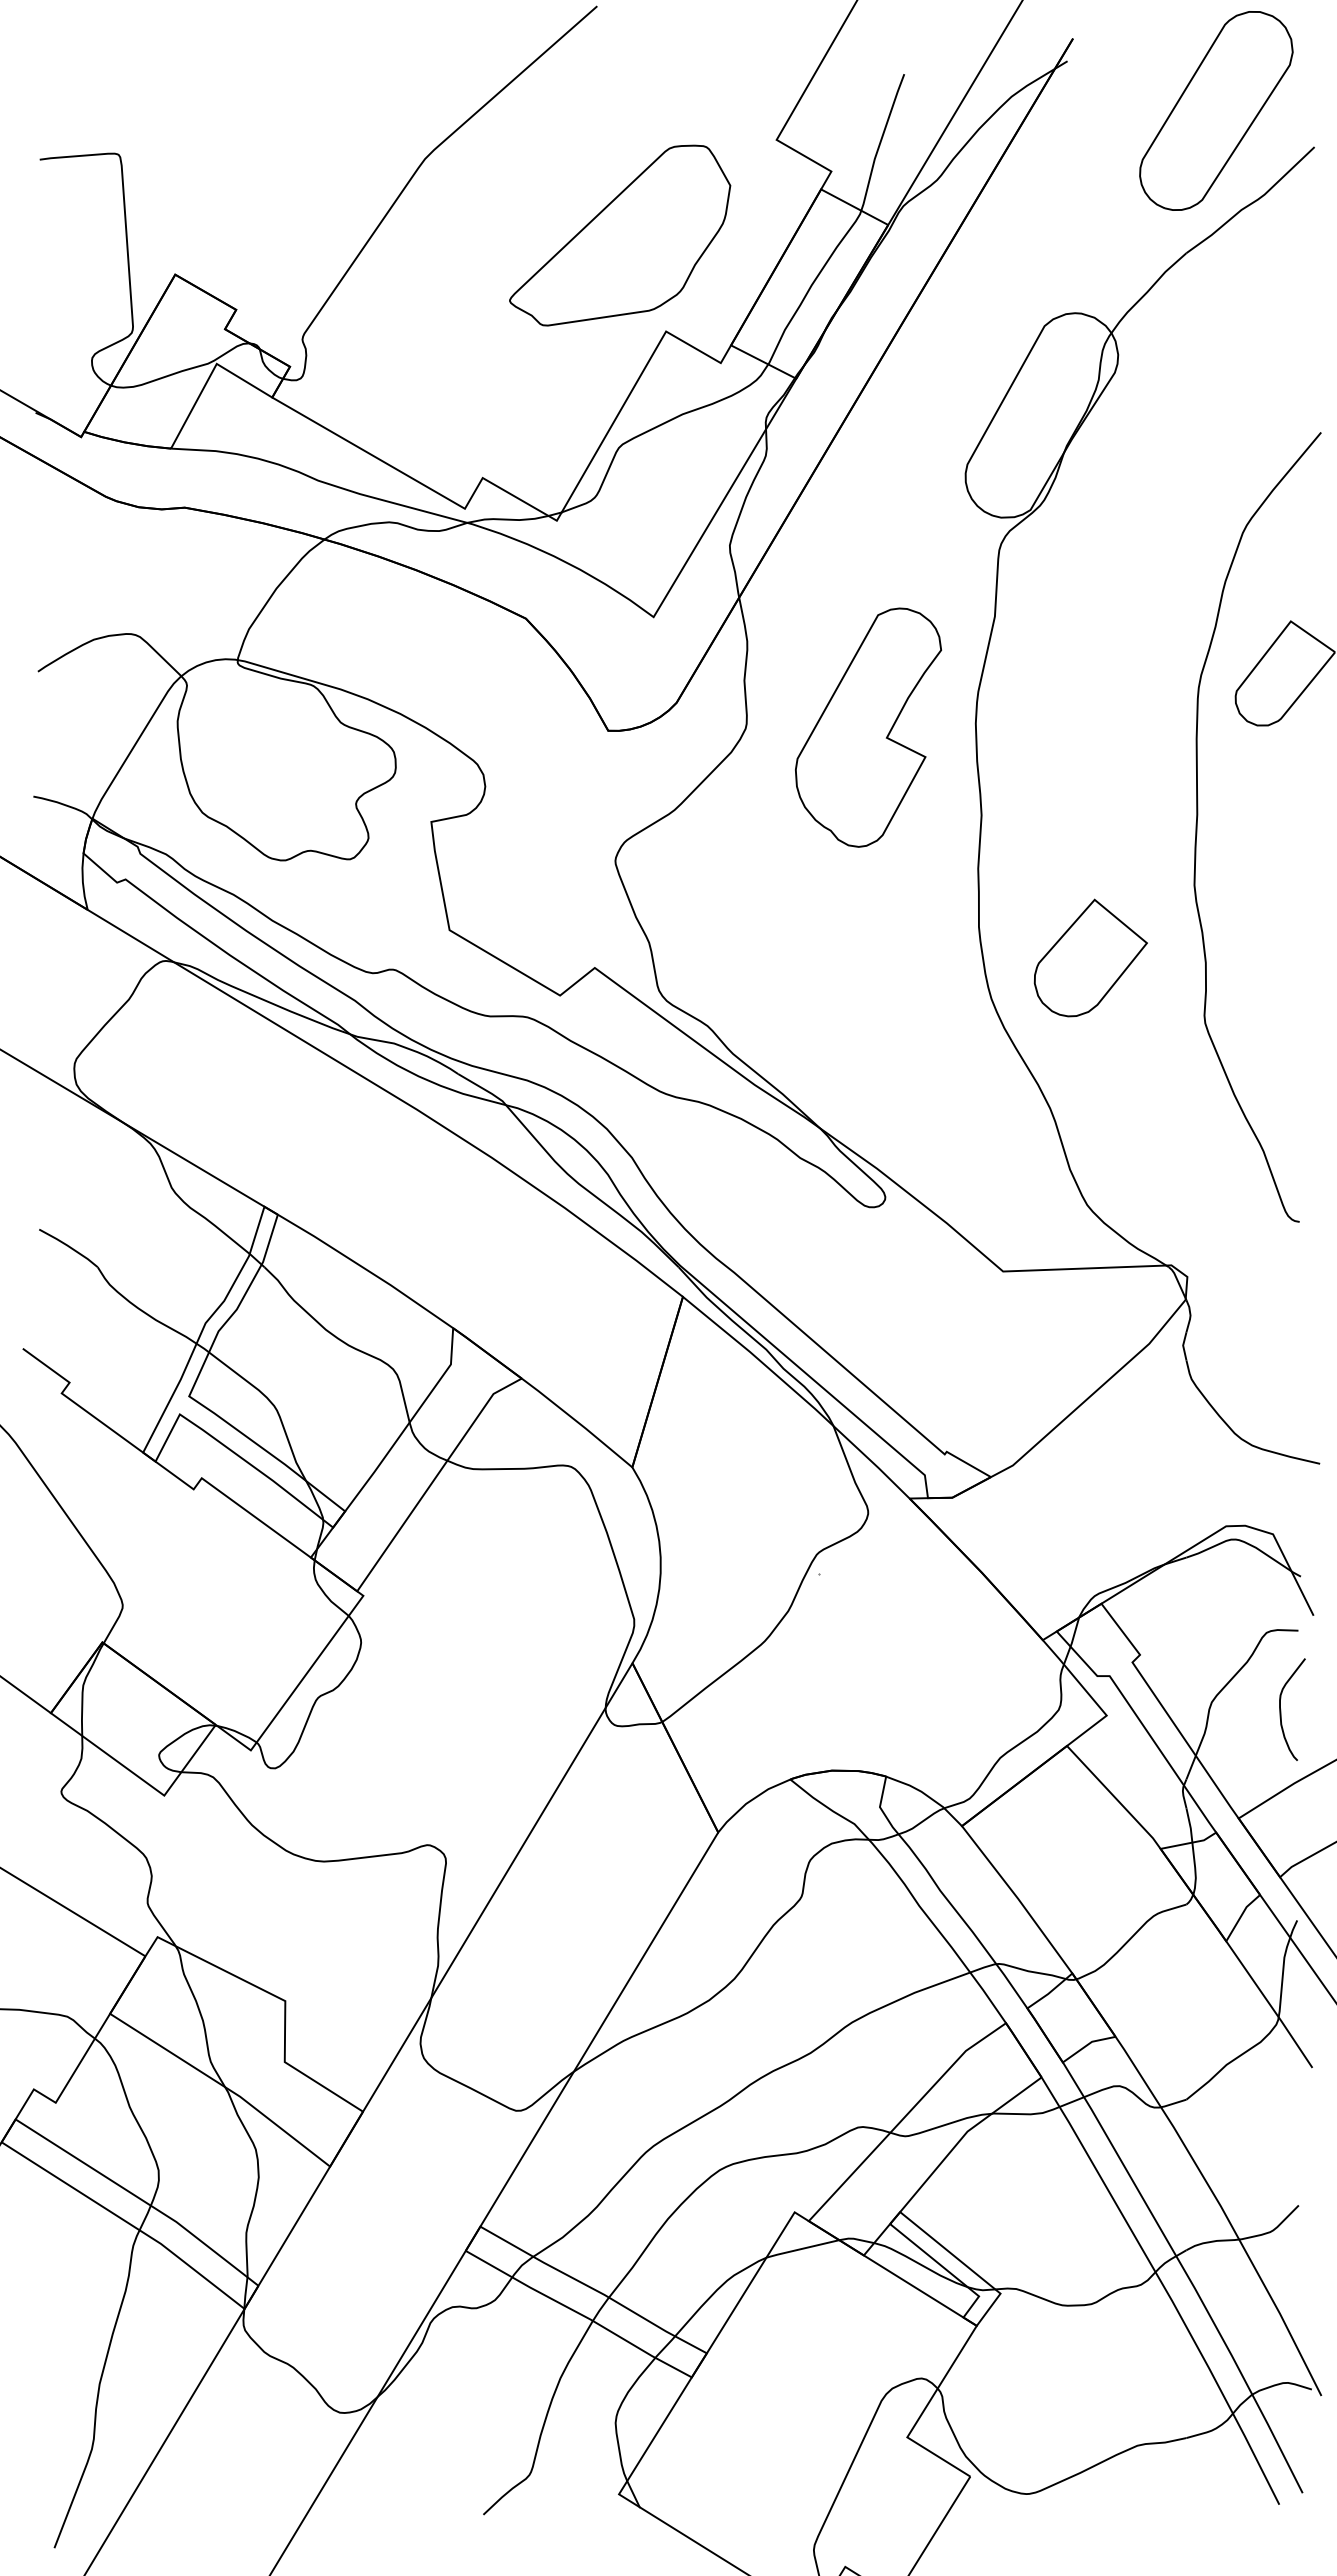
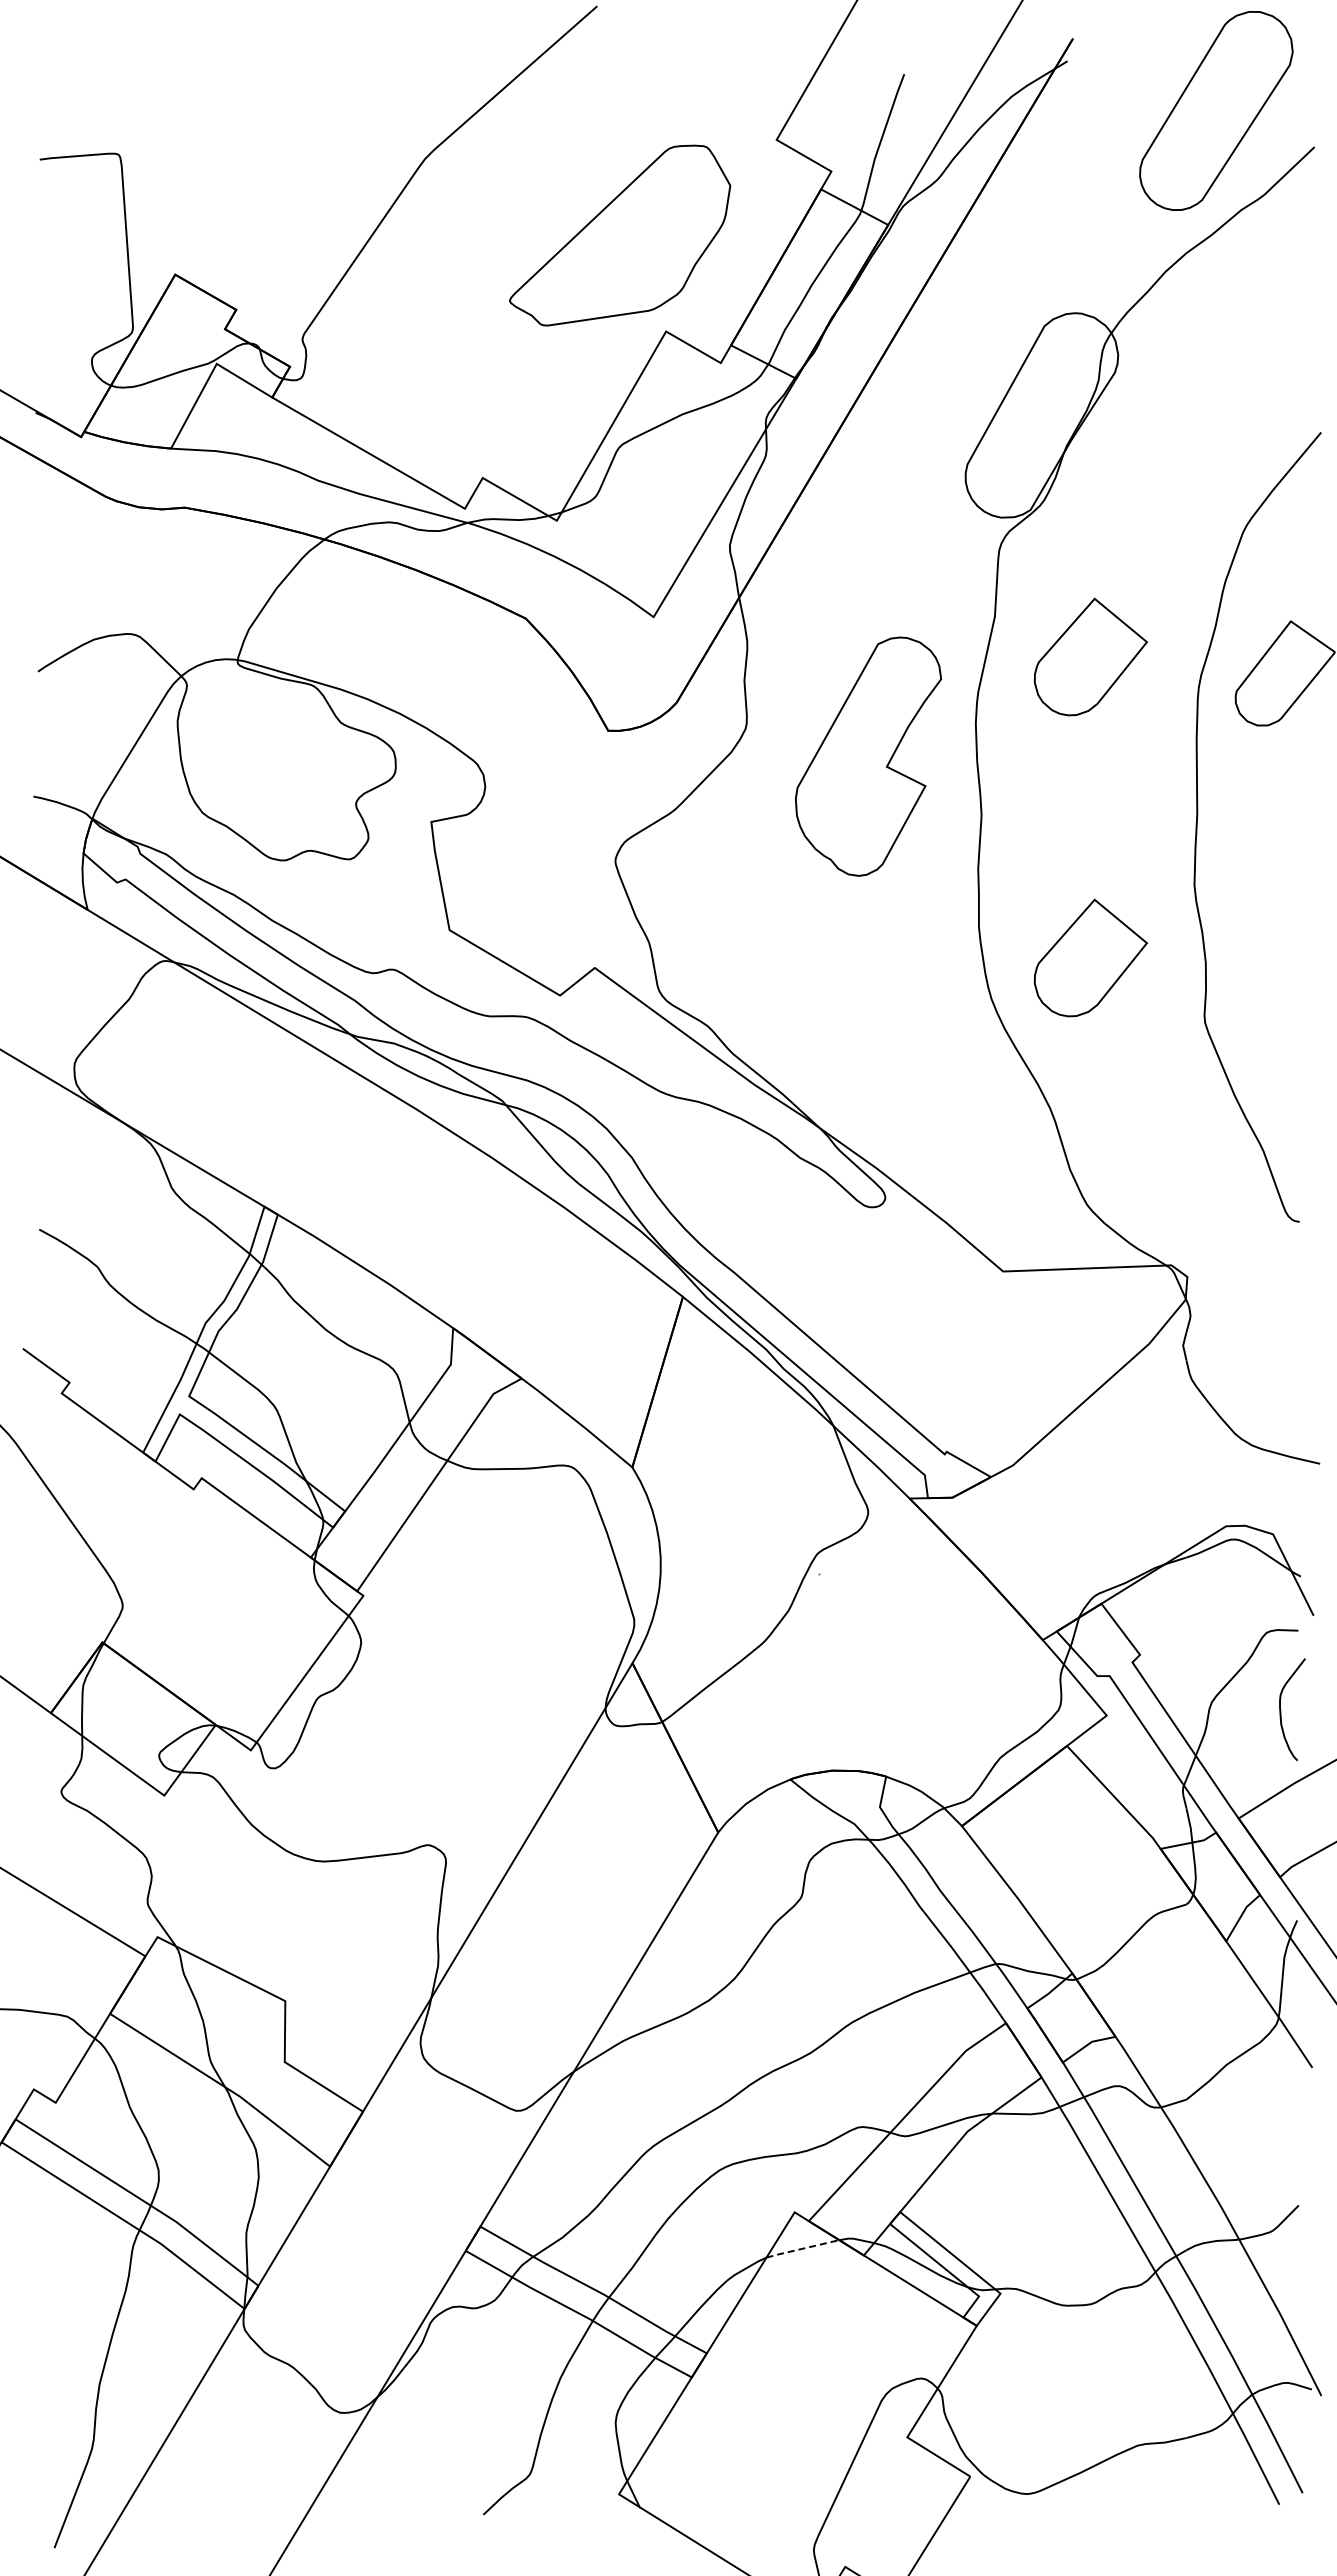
part at (1090, 656): none -> present
part at (868, 727) position: (868, 727) -> (868, 756)
line at (802, 2248): solid -> dashed
